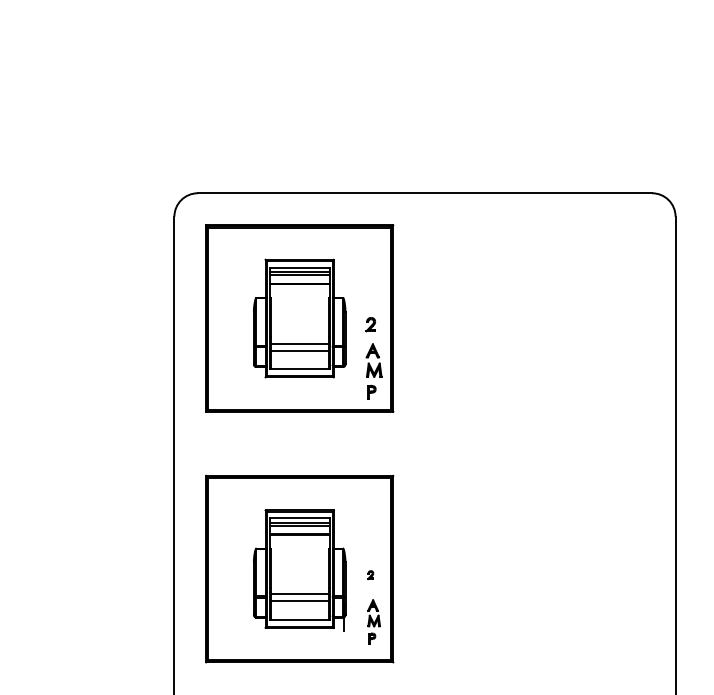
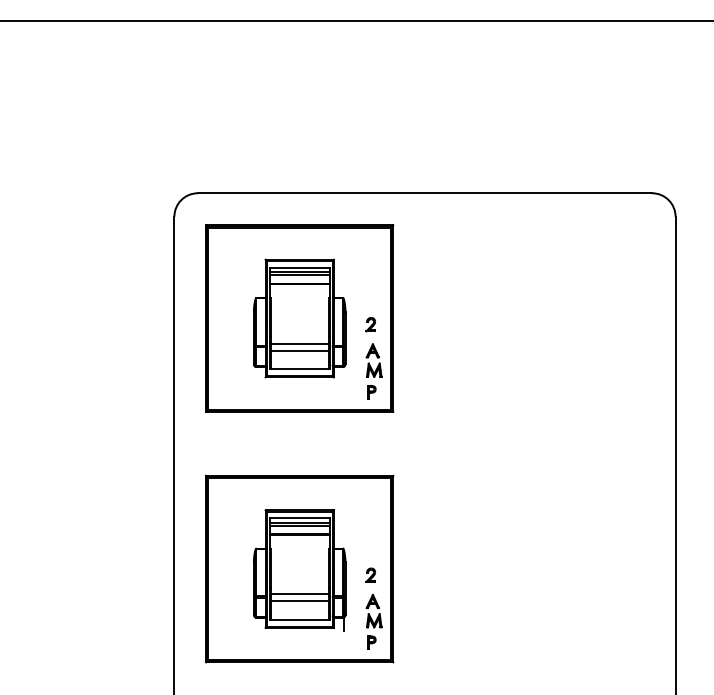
line at (356, 20): none -> present
part at (370, 575) size: 8x11 px -> 11x16 px
part at (373, 621) size: 14x46 px -> 18x56 px
